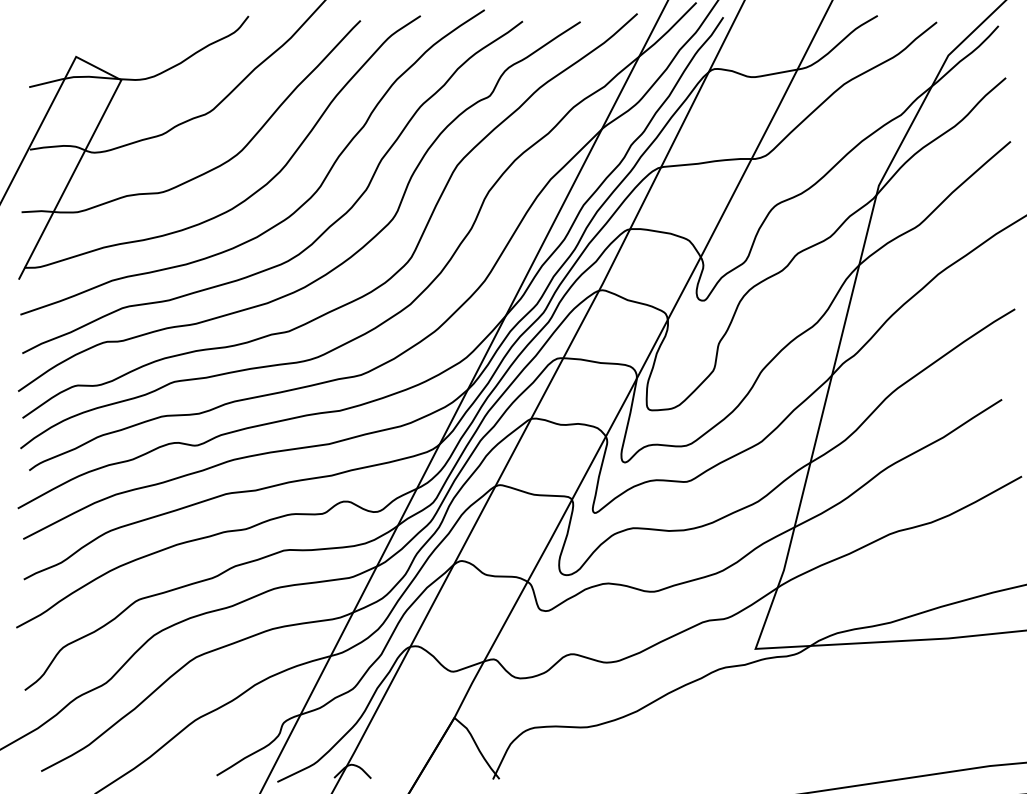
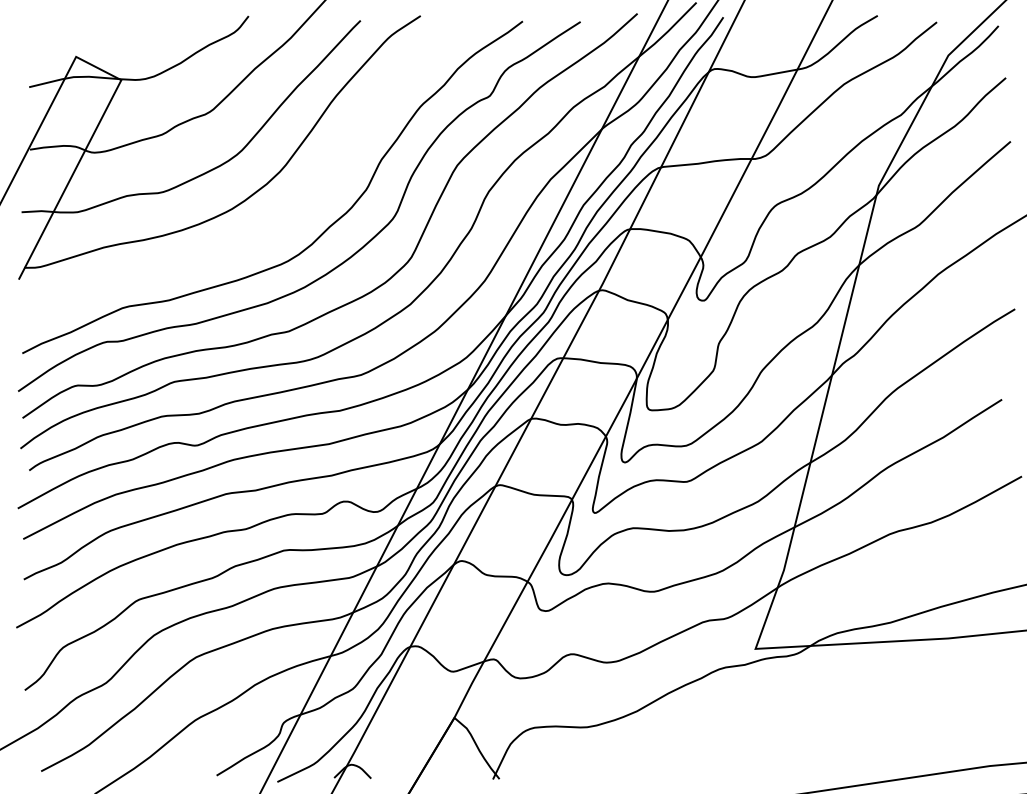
curve at (291, 213): present -> none
